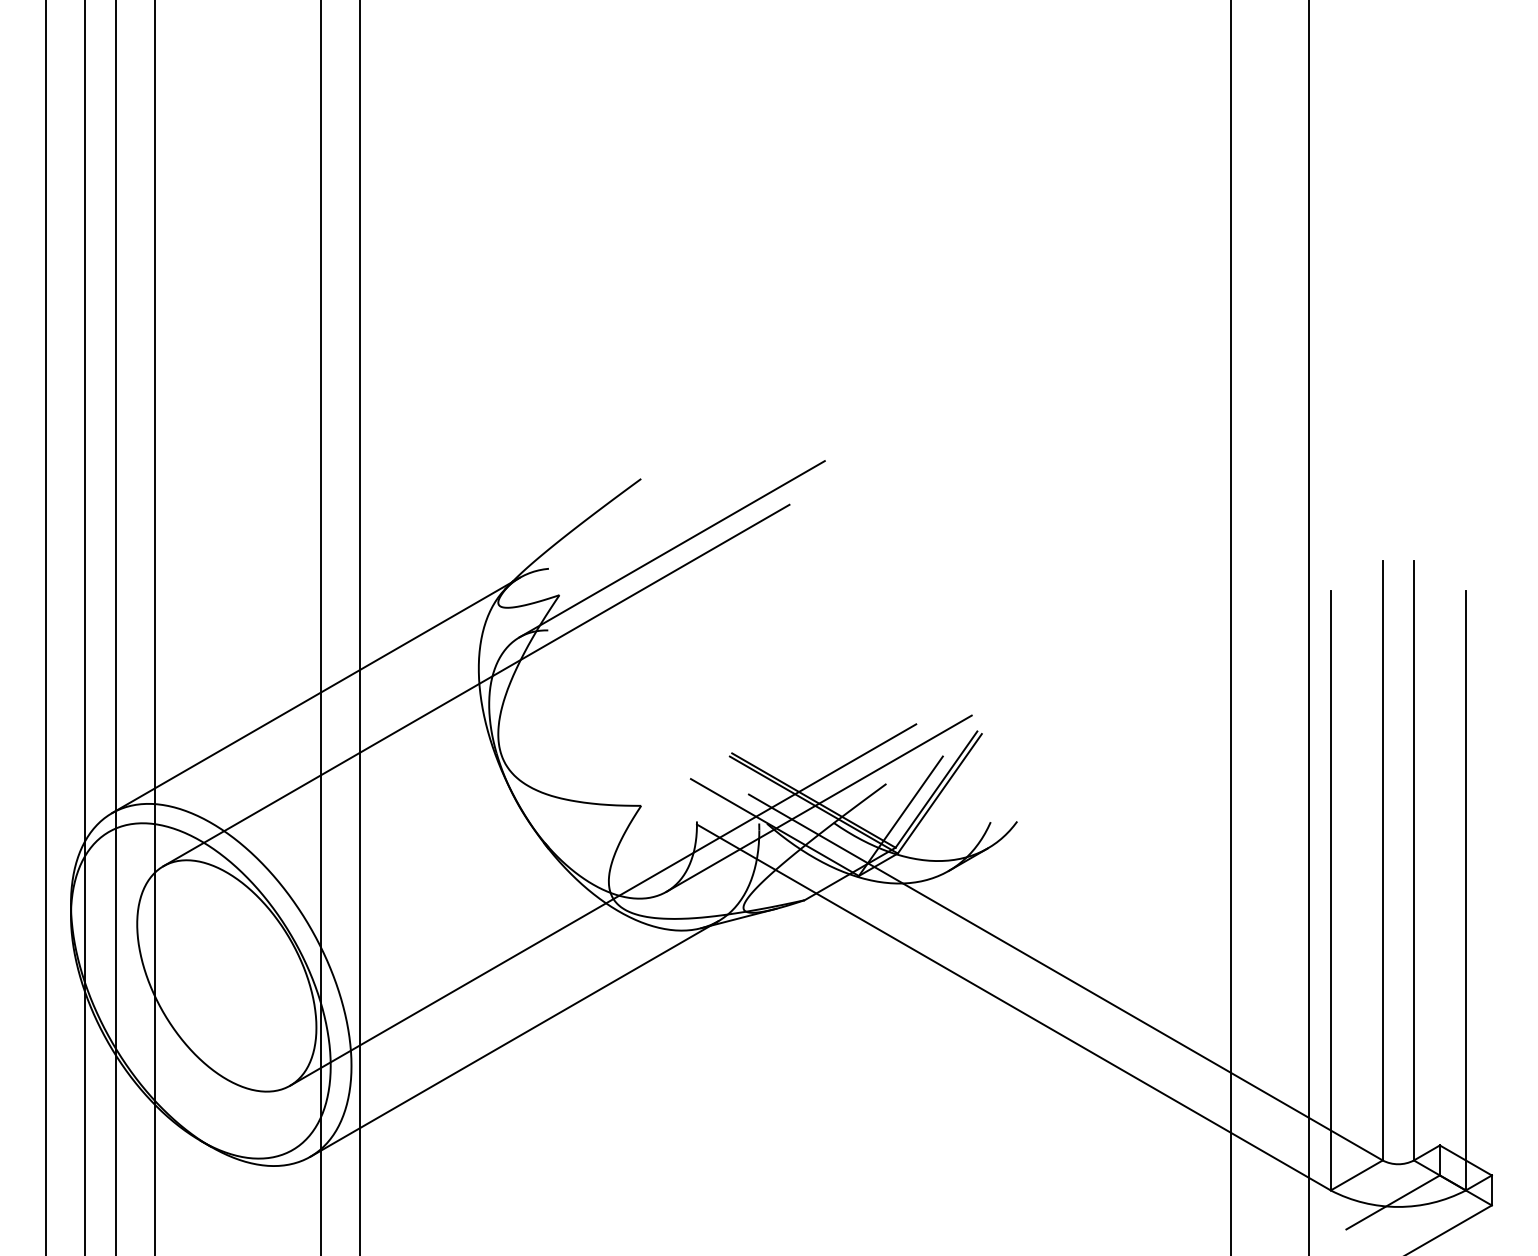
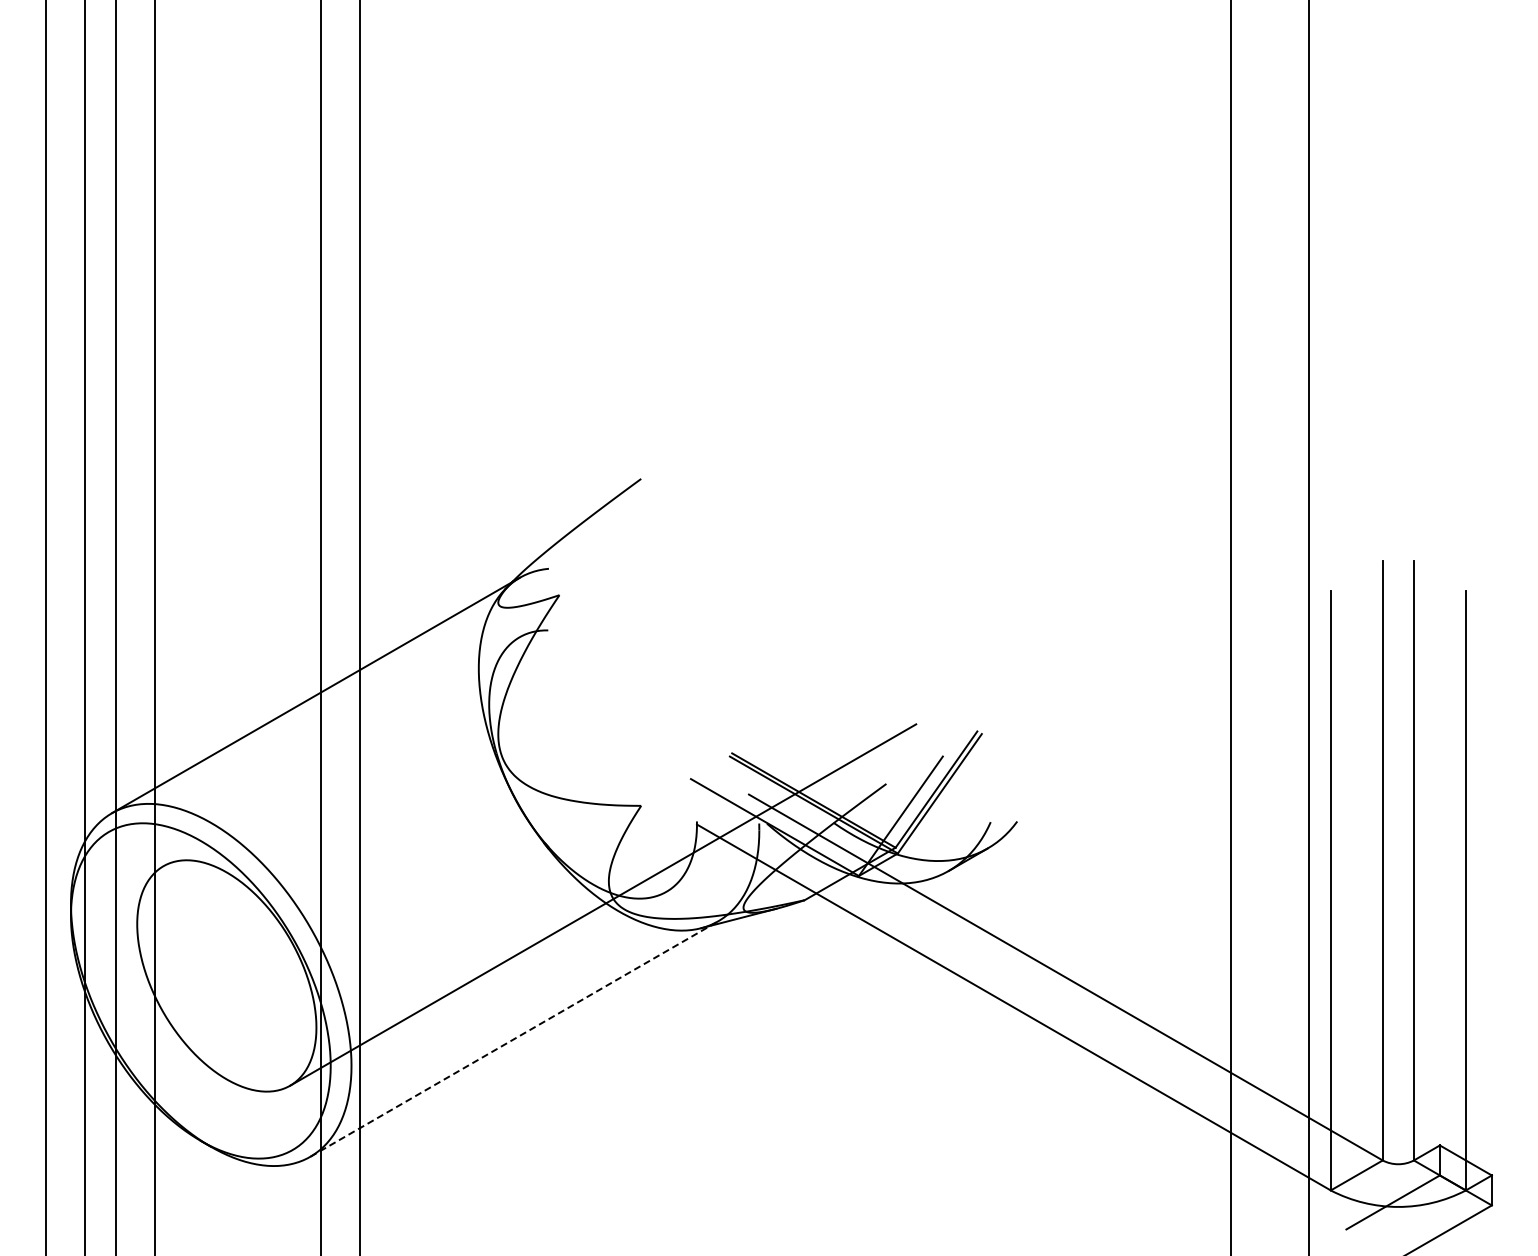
line at (671, 549): present -> none
line at (476, 685): present -> none
line at (818, 803): present -> none
line at (514, 1038): solid -> dashed
